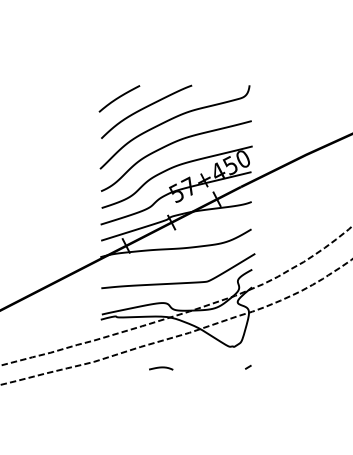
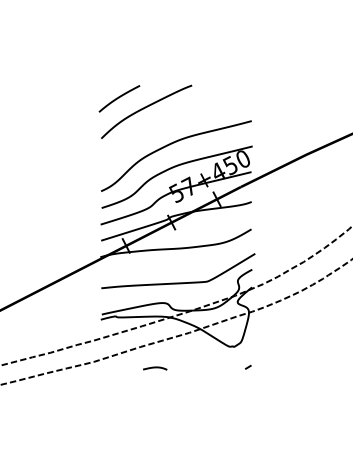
curve at (173, 119): present -> none
curve at (161, 368) position: (161, 368) -> (155, 368)
